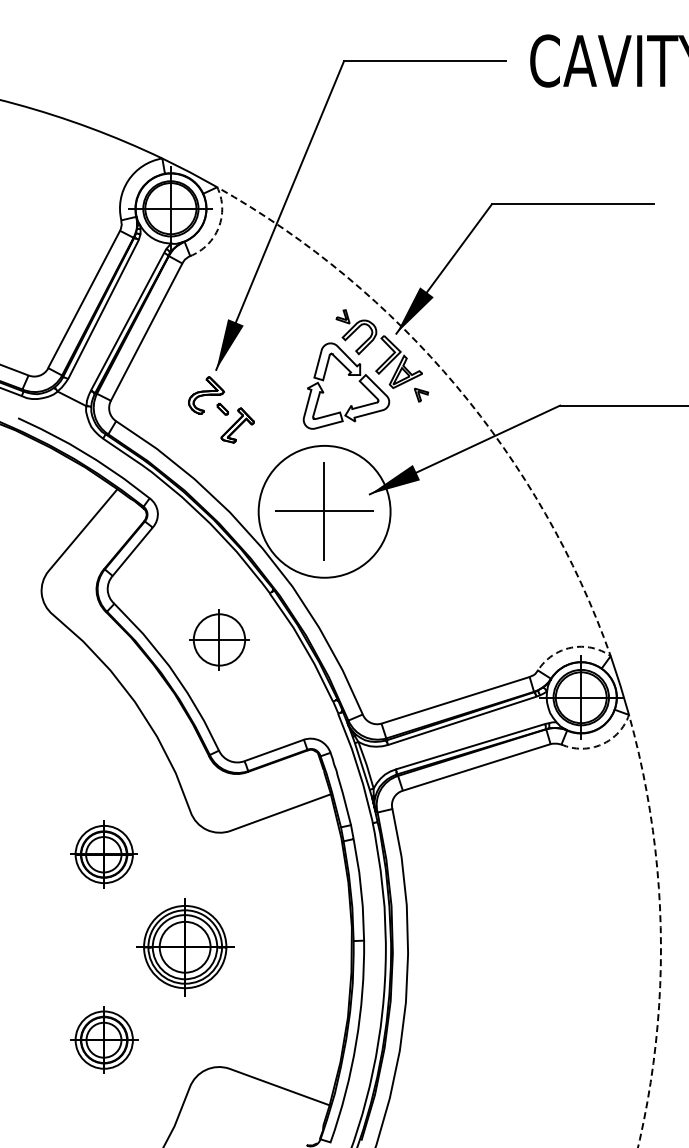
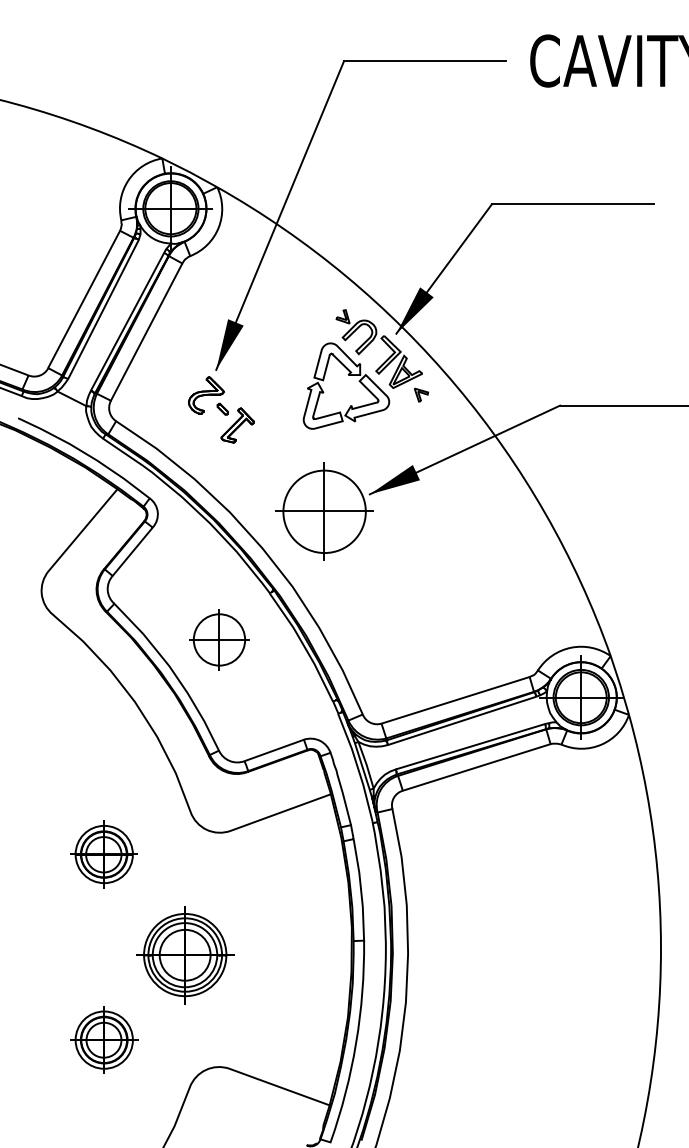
line at (456, 386): dashed -> solid
circle at (324, 511) diameter: 132 px -> 82 px
line at (658, 879): dashed -> solid
part at (185, 947) position: (185, 947) -> (185, 955)
